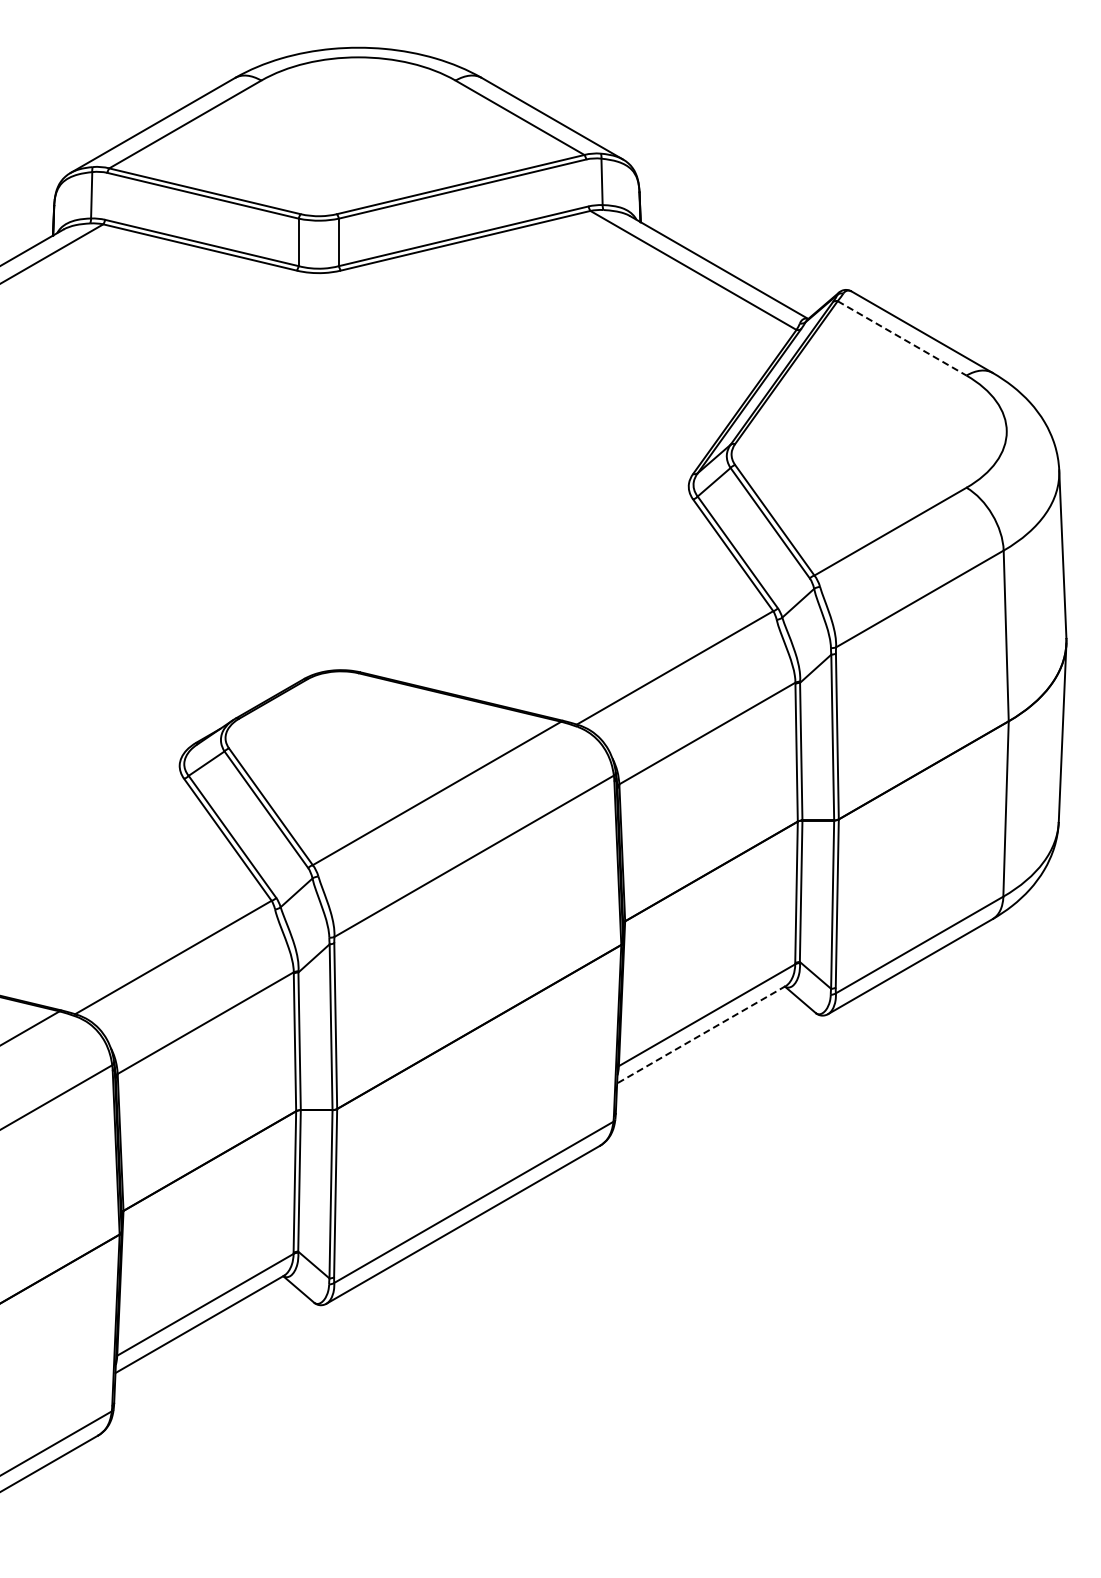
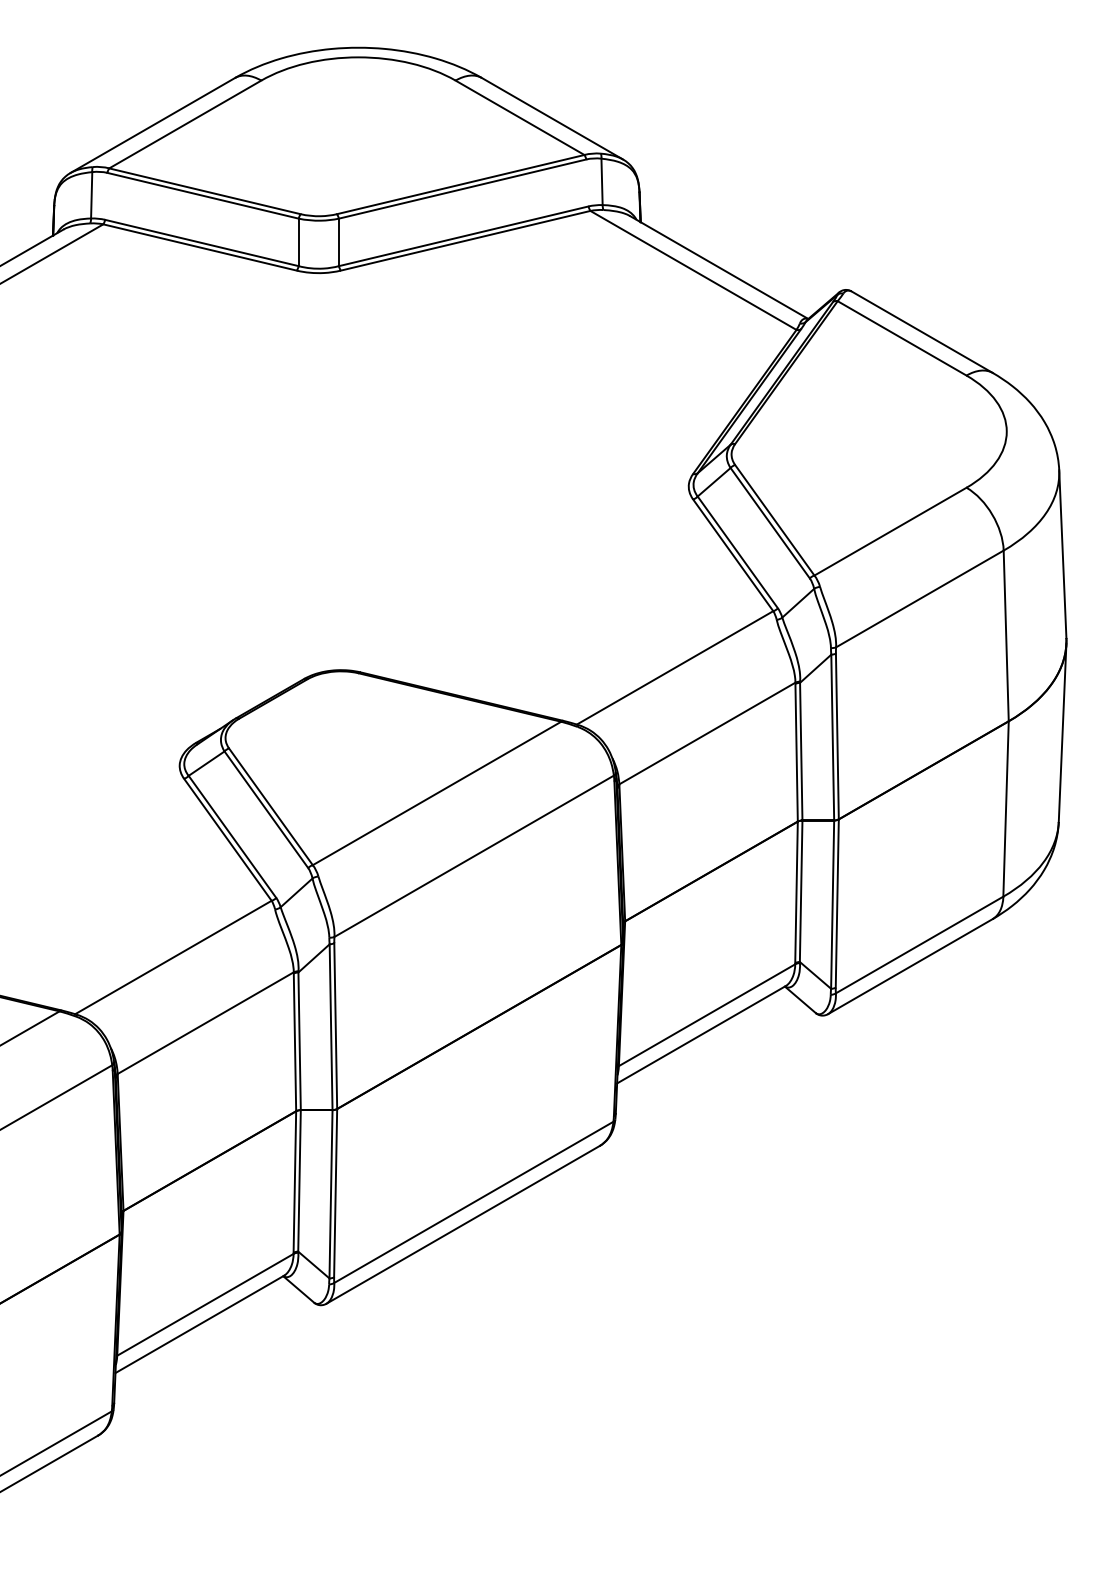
line at (902, 338): dashed -> solid
line at (701, 1034): dashed -> solid
